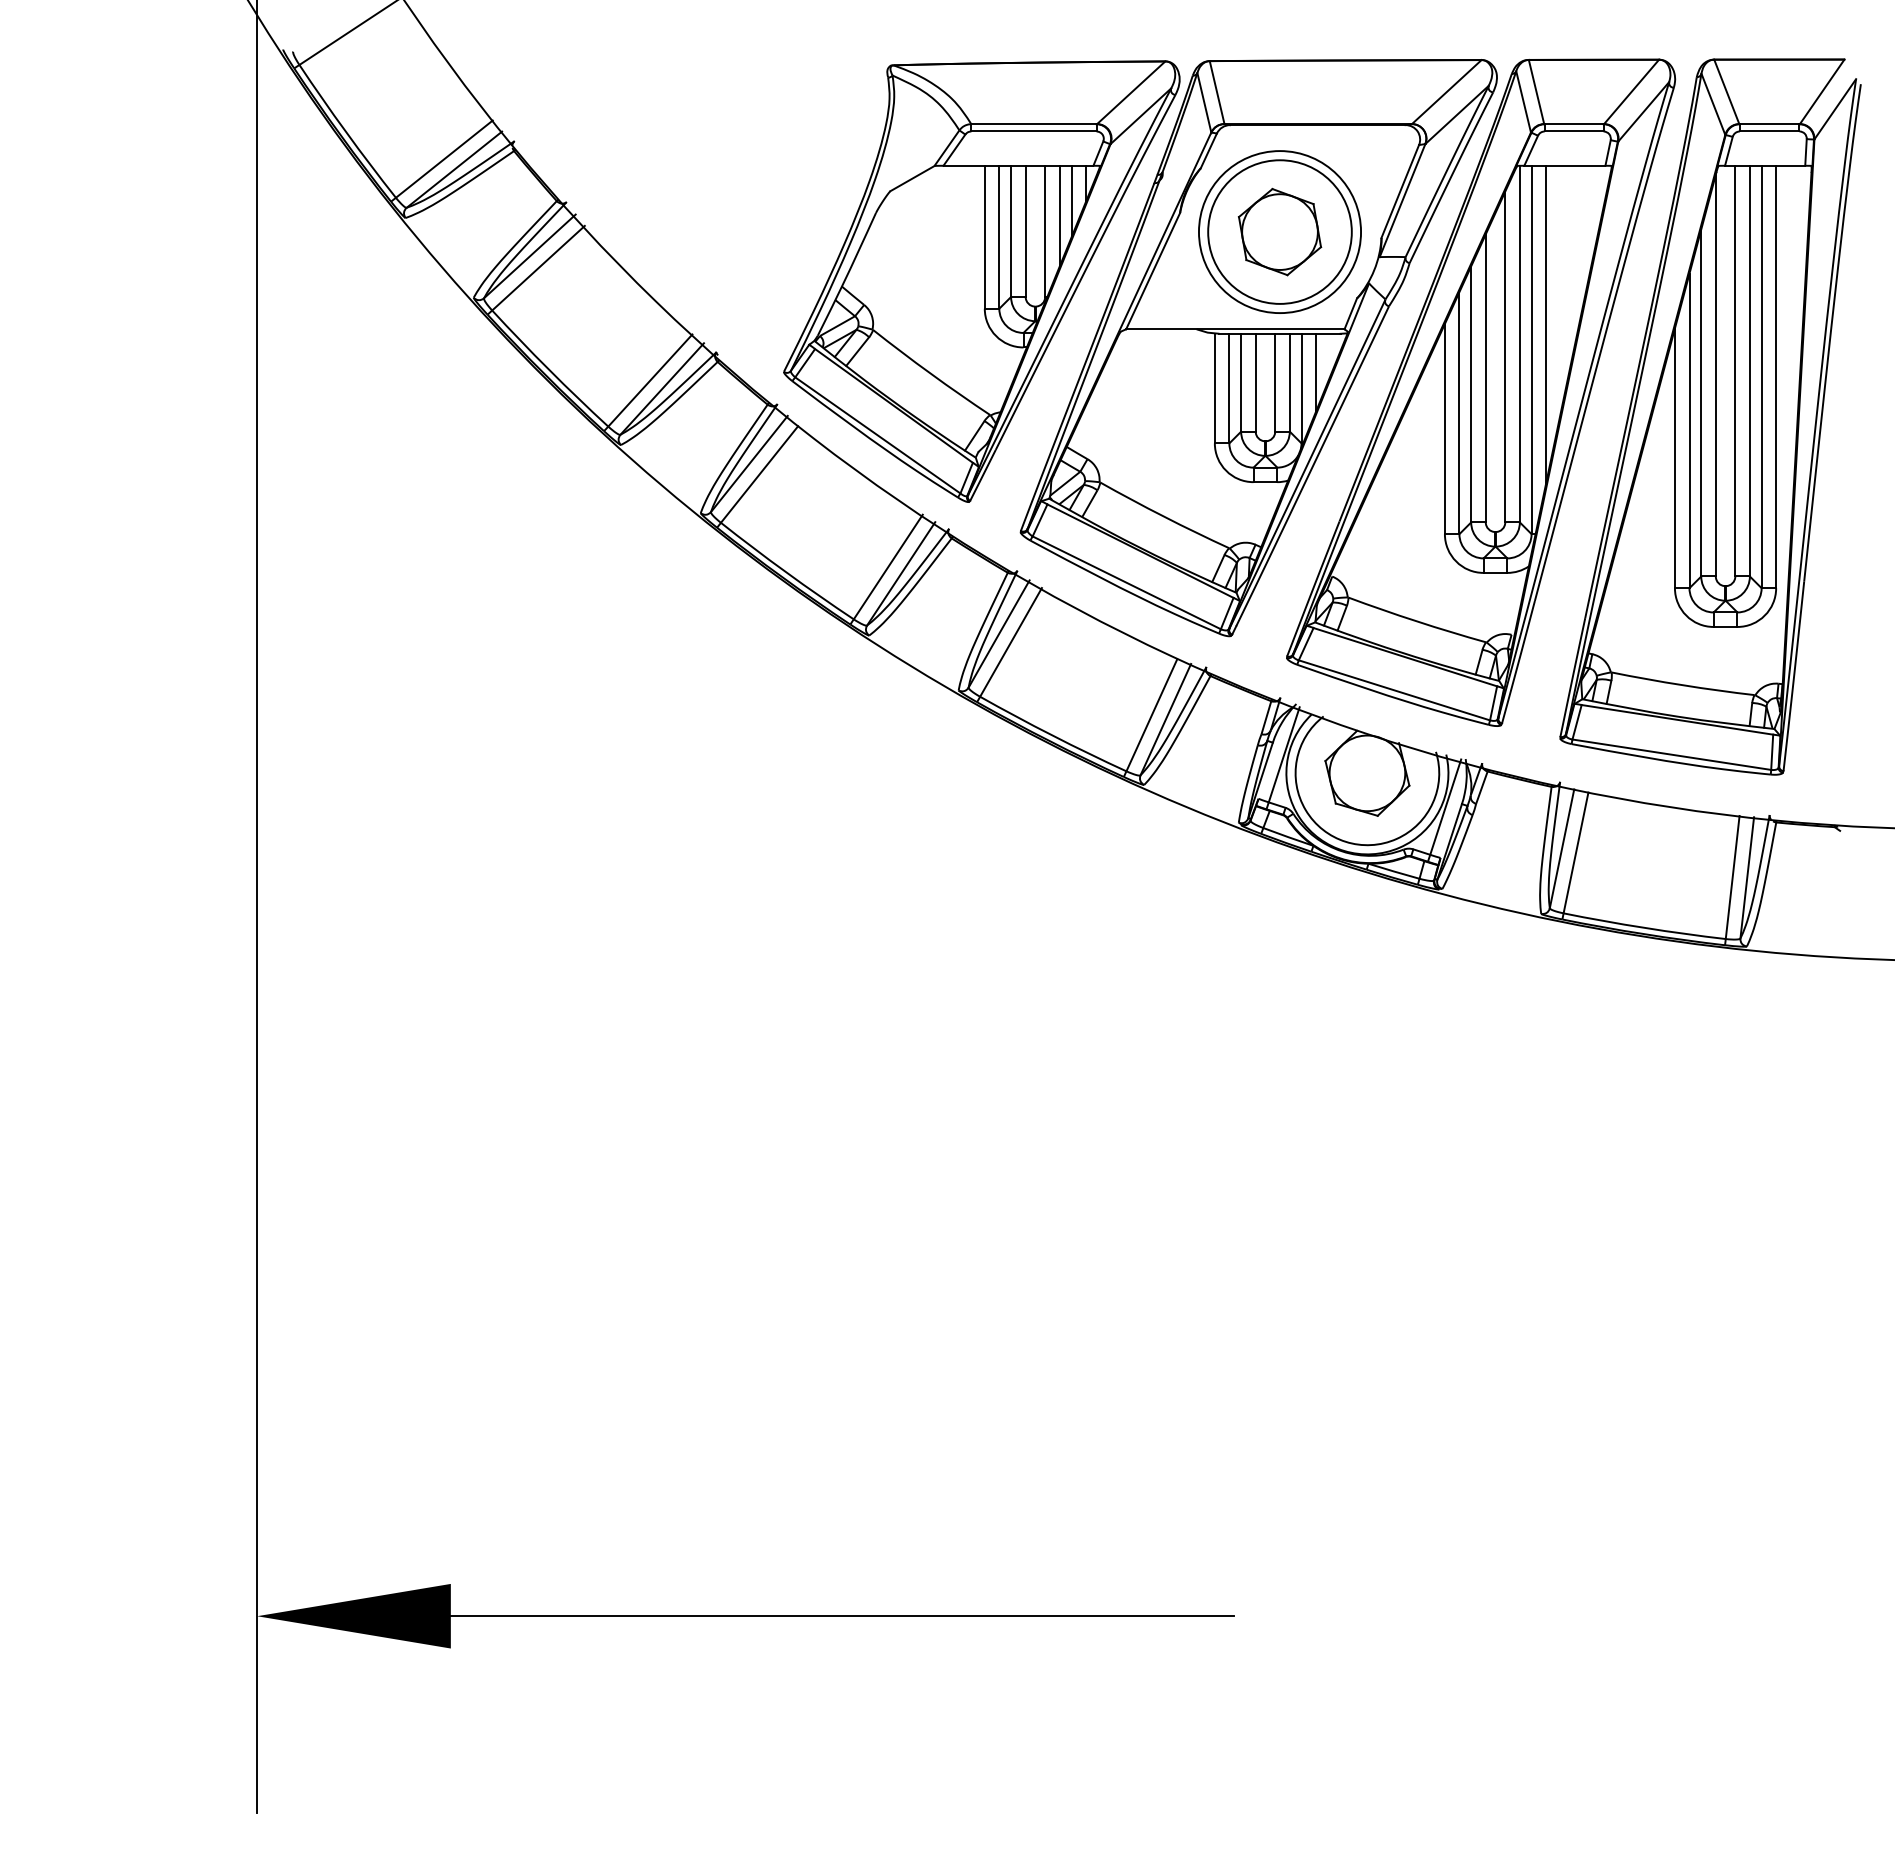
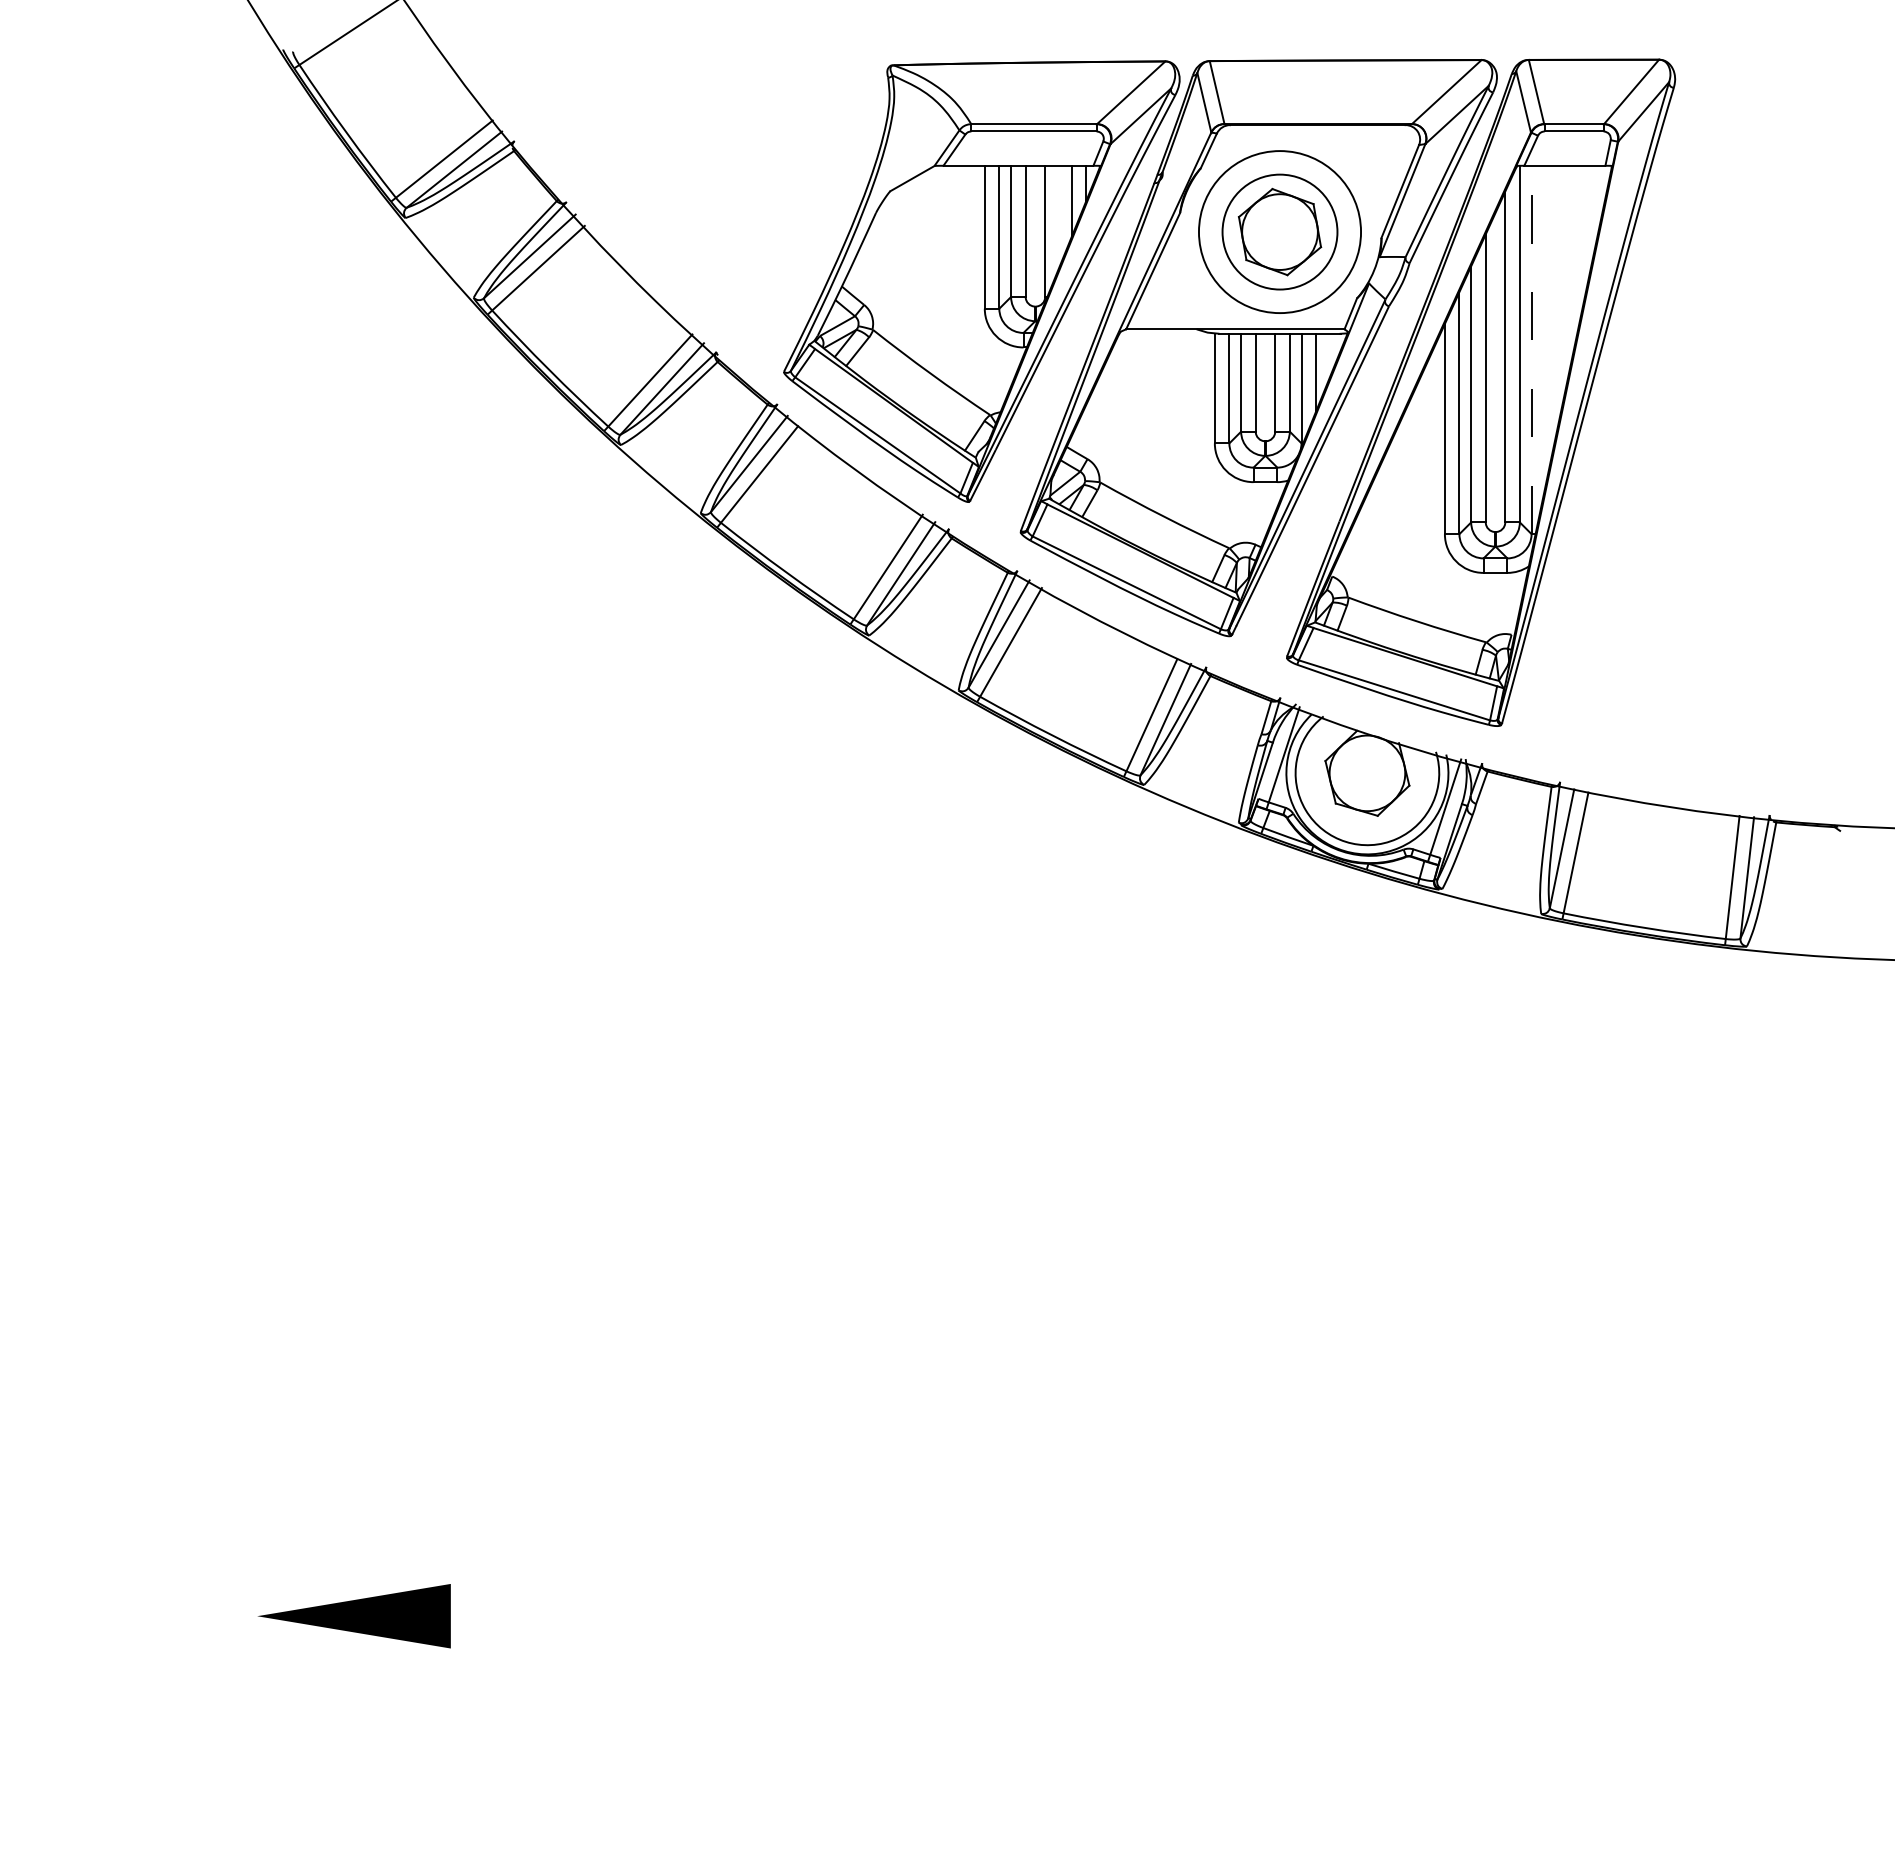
line at (1059, 215): present -> none
circle at (1279, 231) diameter: 144 px -> 115 px
line at (1546, 324): present -> none
line at (1531, 349): solid -> dashed
part at (1710, 416): present -> none
line at (257, 907): present -> none
line at (841, 1616): present -> none
